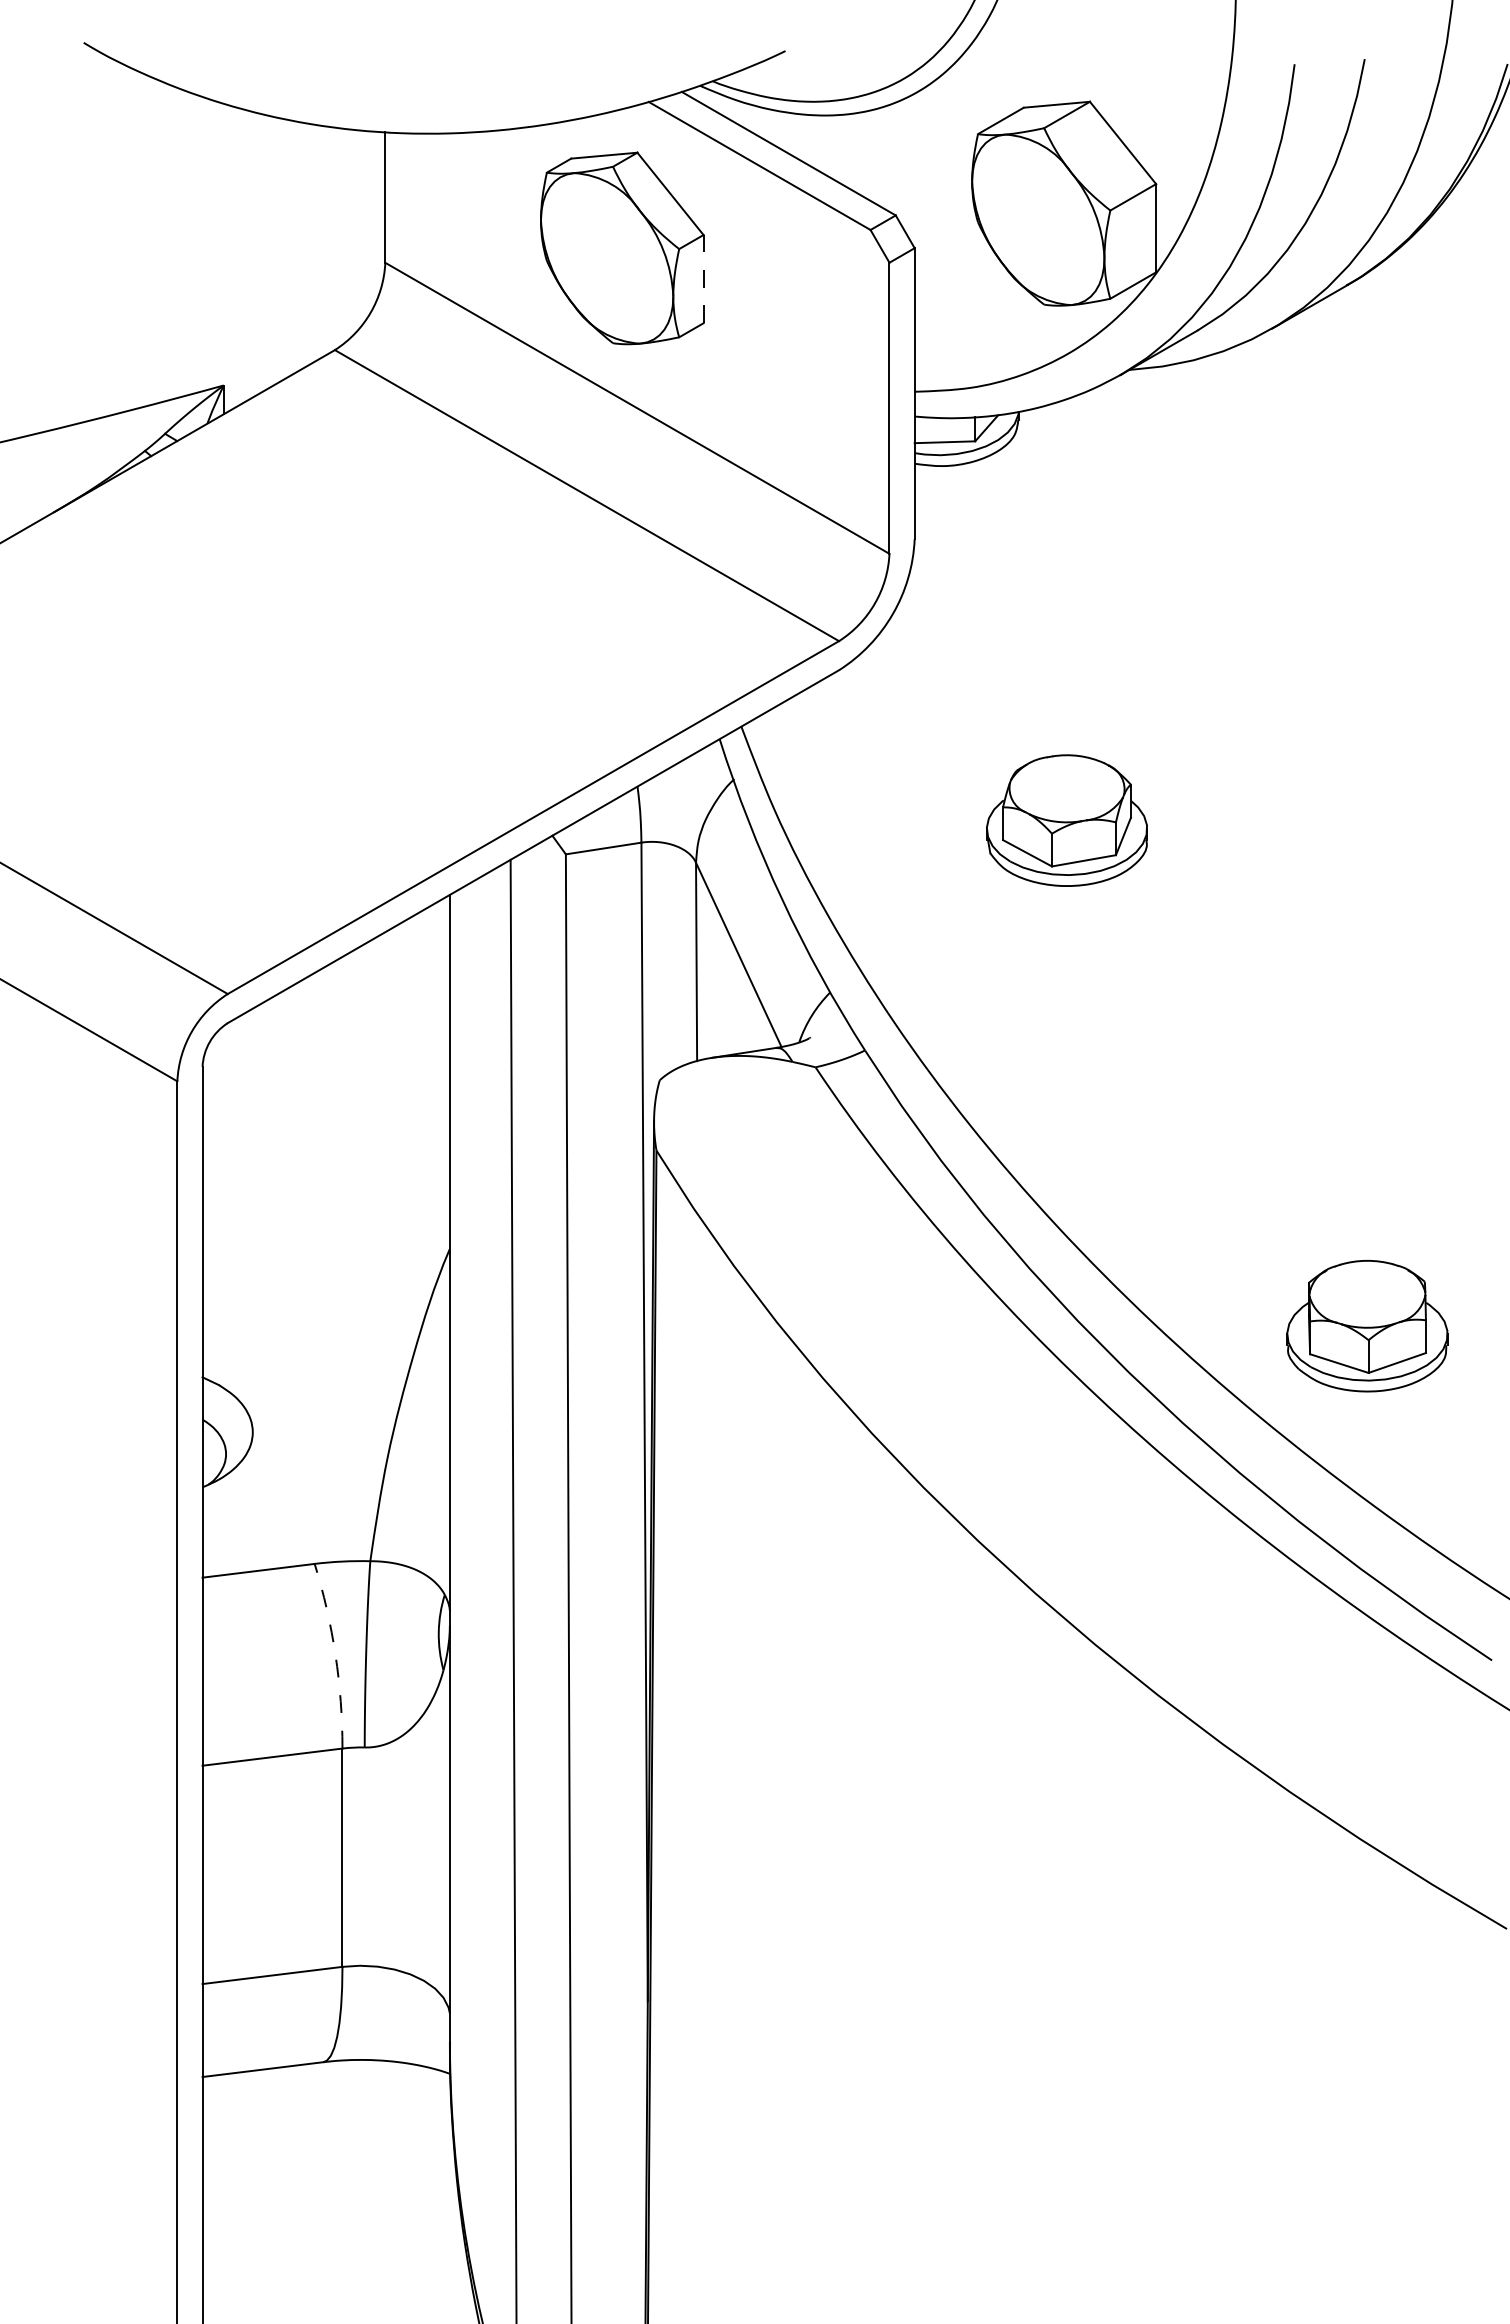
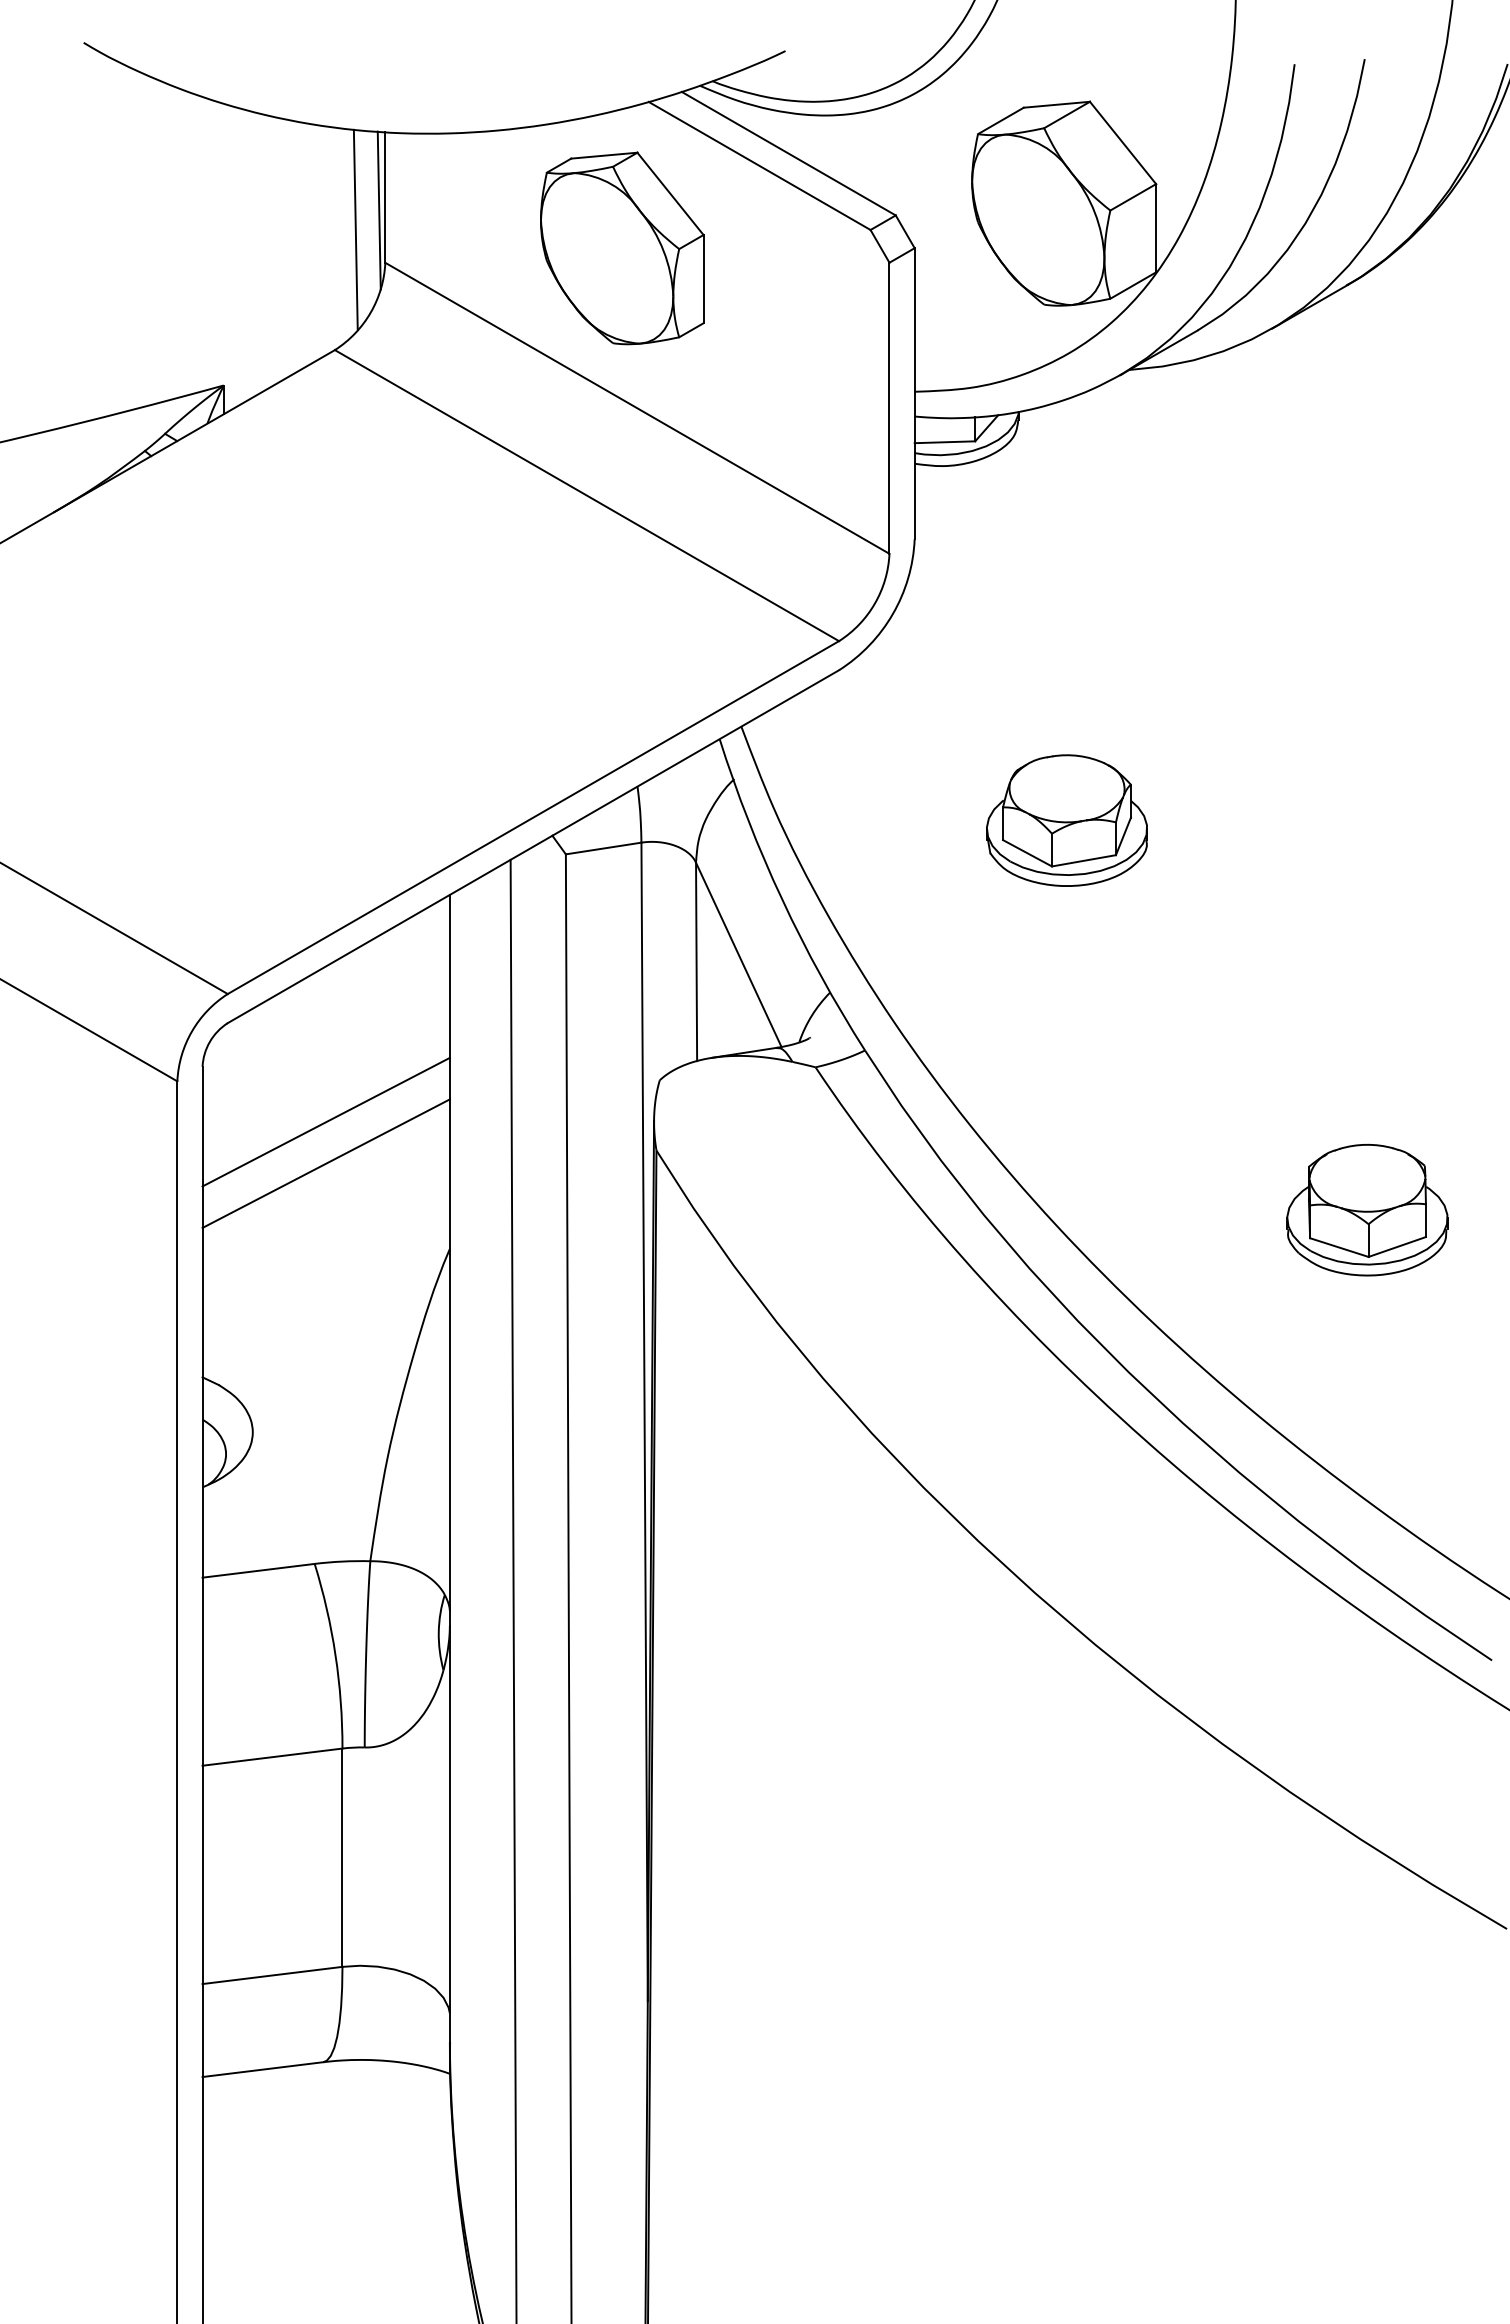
line at (378, 210): none -> present
line at (355, 229): none -> present
line at (703, 278): dashed -> solid
line at (325, 1121): none -> present
line at (325, 1163): none -> present
part at (1367, 1325) position: (1367, 1325) -> (1367, 1209)
arc at (335, 1655): dashed -> solid
